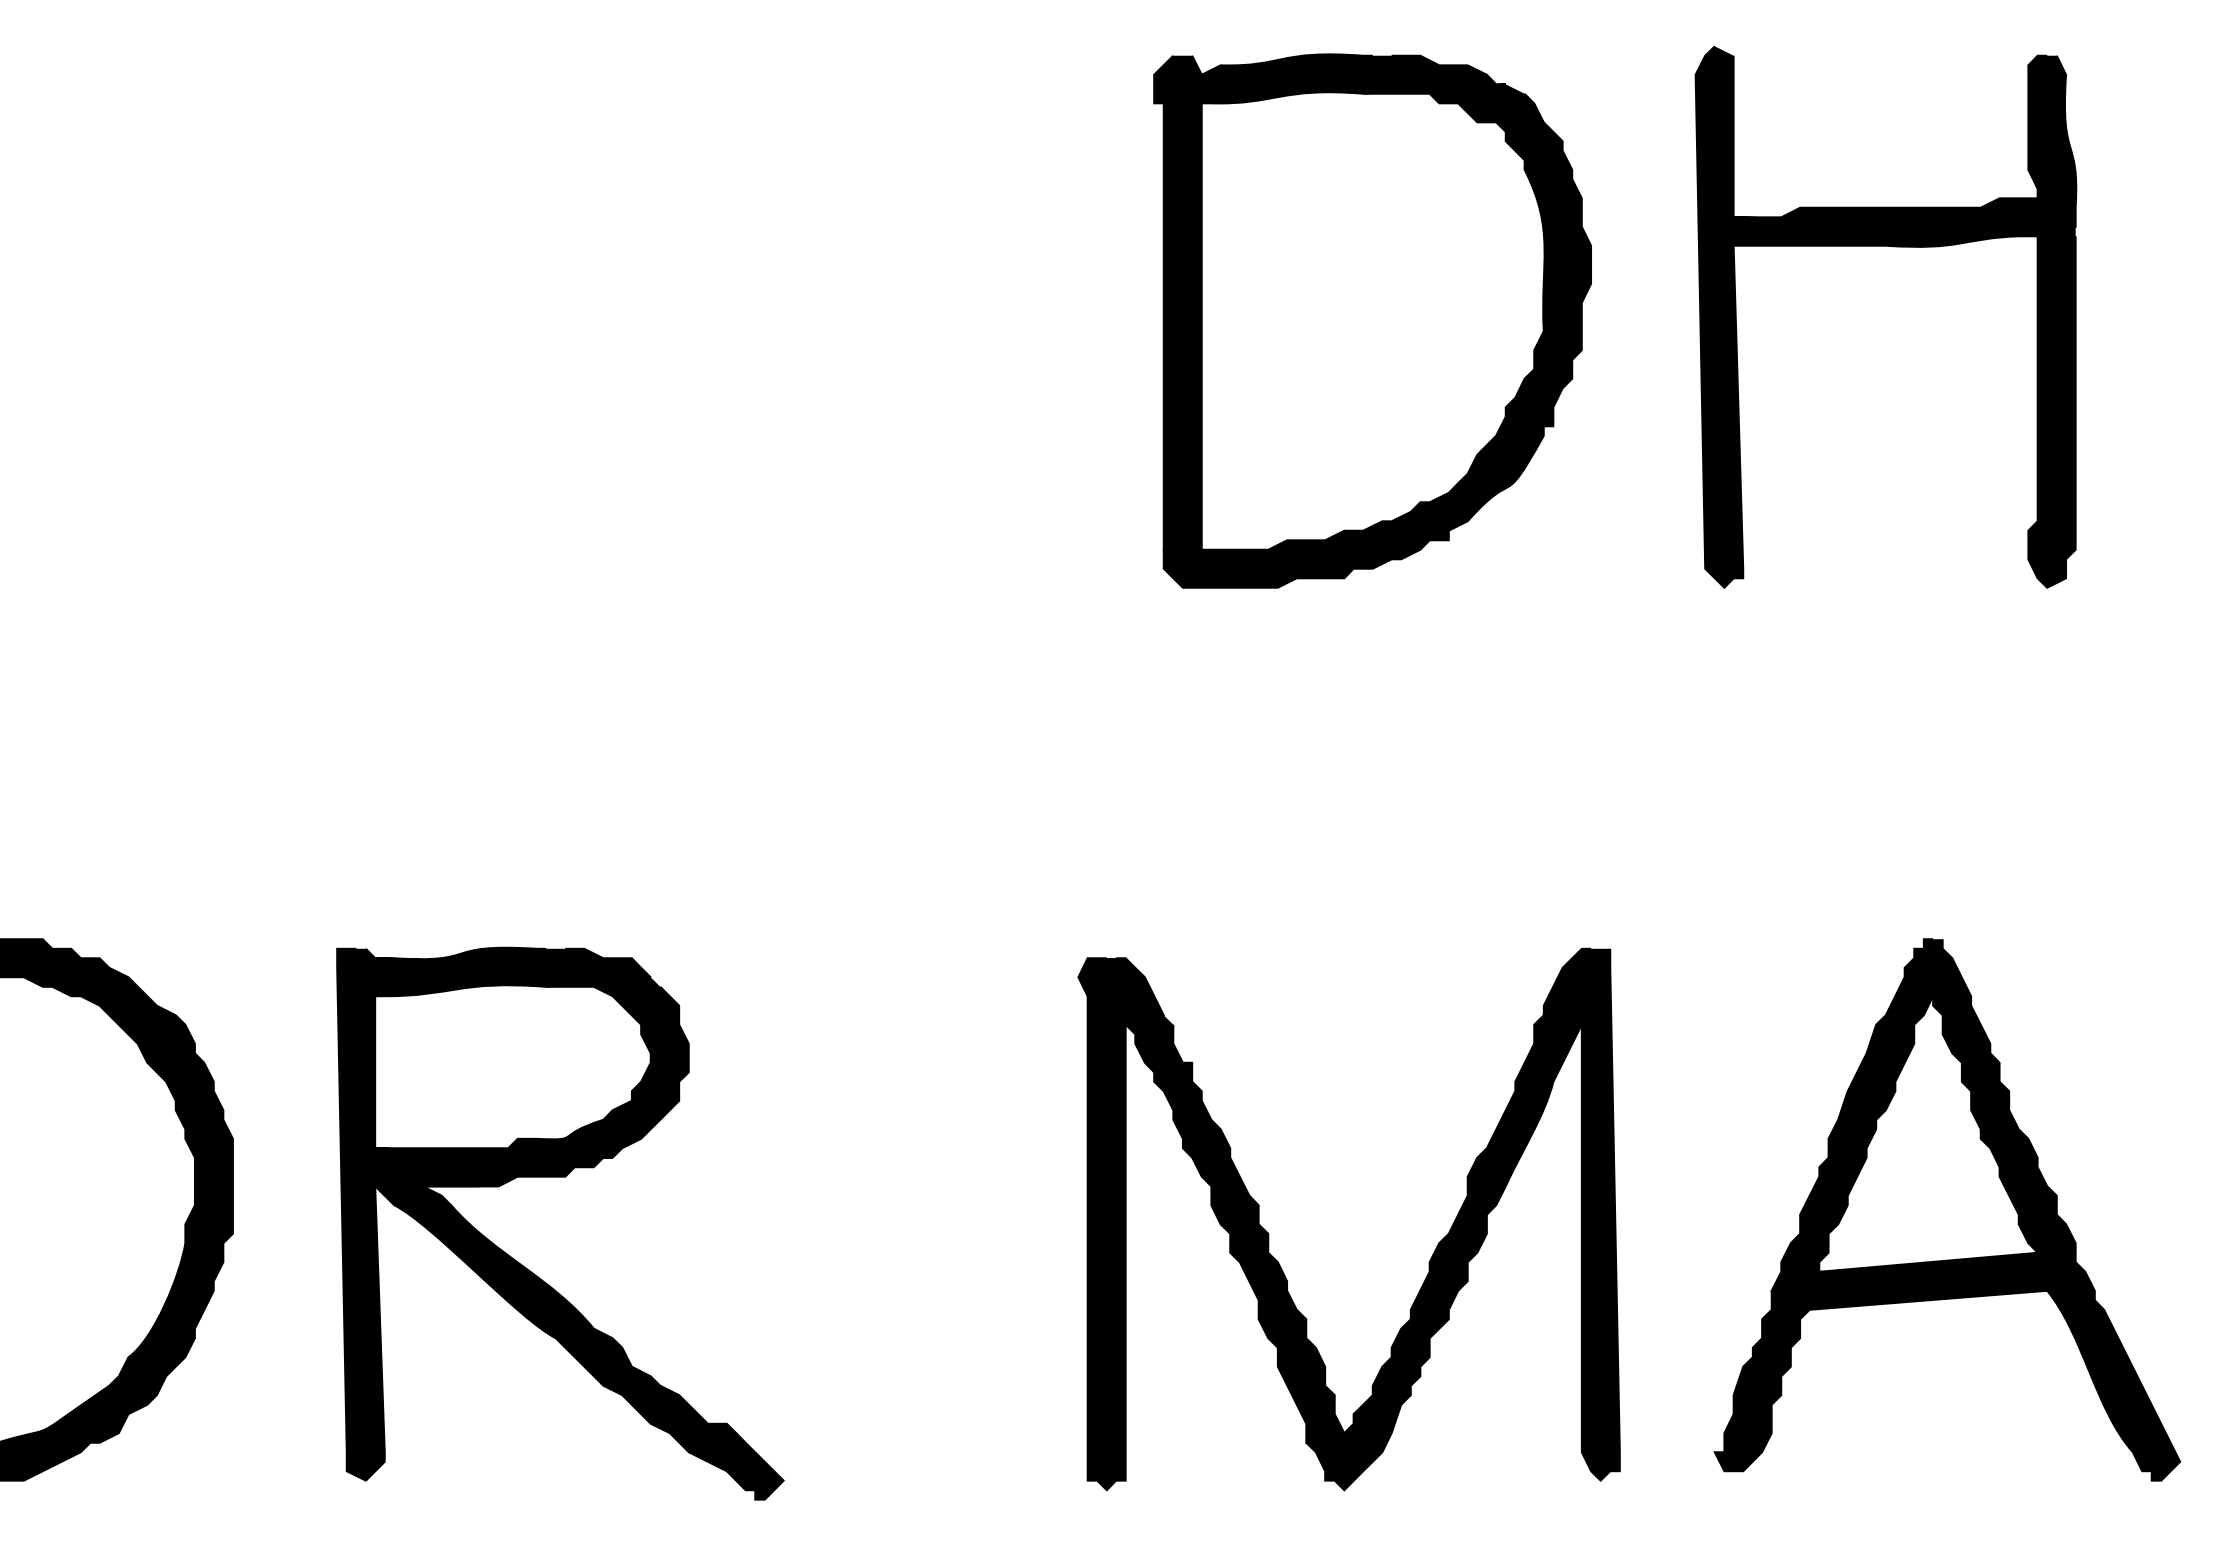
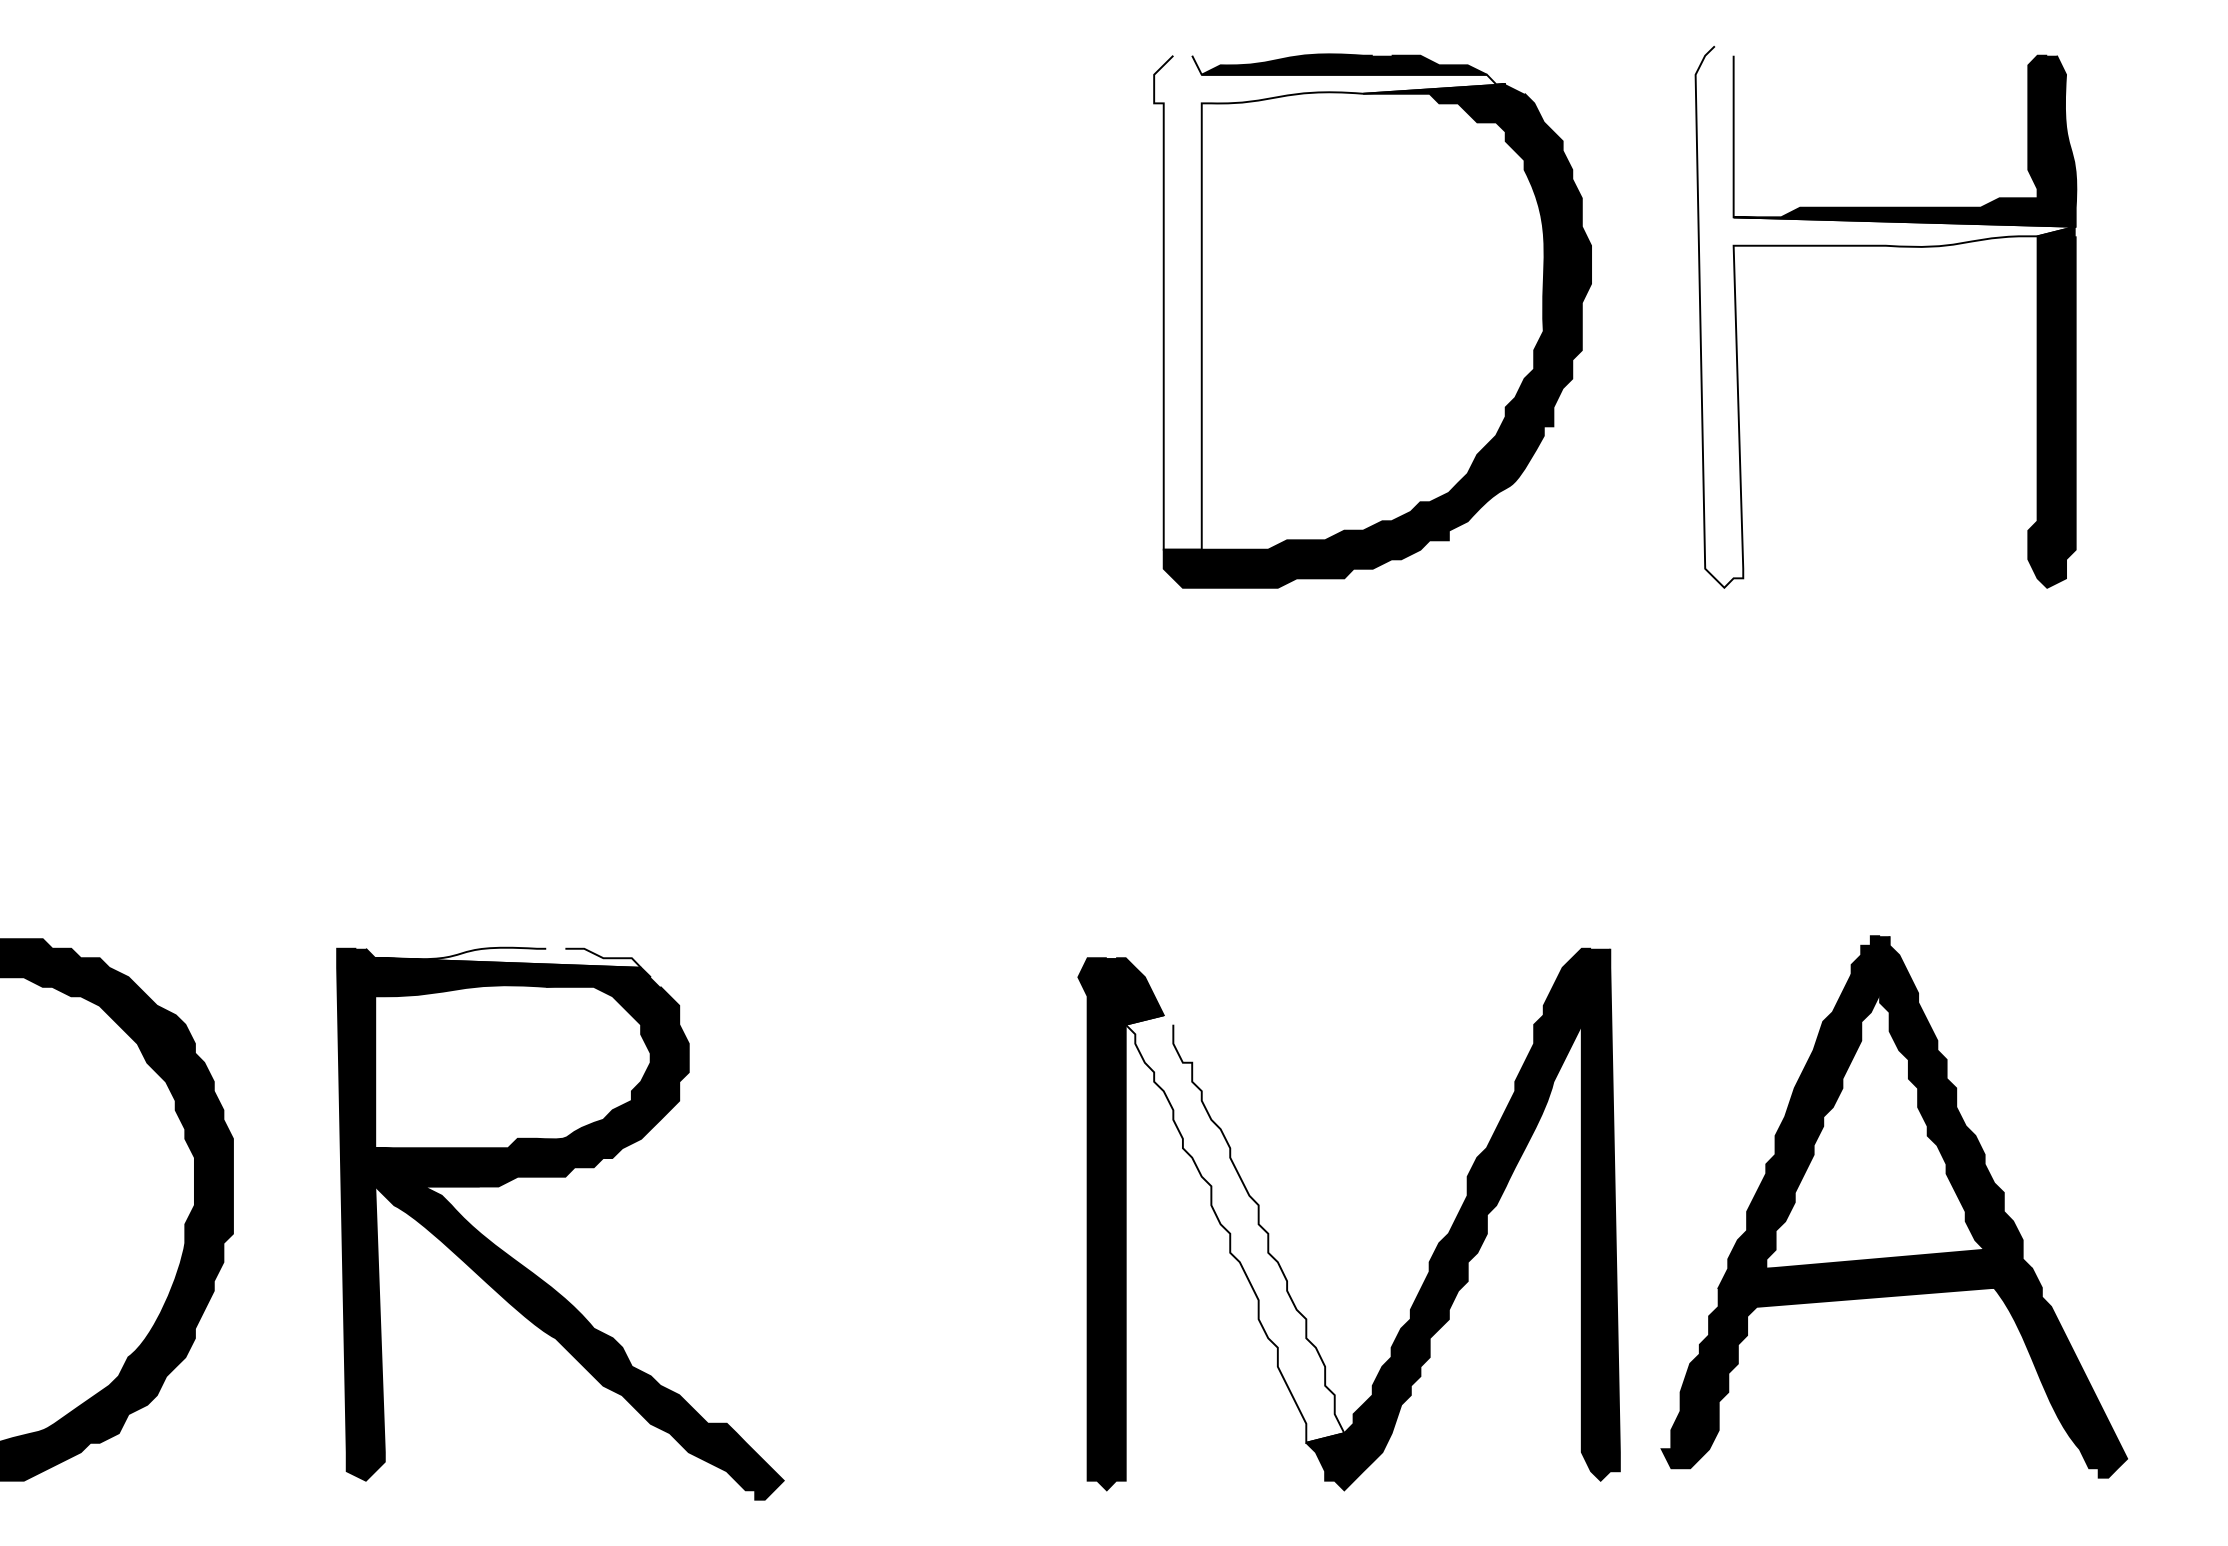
fill at (1329, 302): present -> none
fill at (1885, 316): present -> none
fill at (508, 957): present -> none
part at (1947, 1209) position: (1947, 1209) -> (1894, 1206)
fill at (1234, 1228): present -> none
